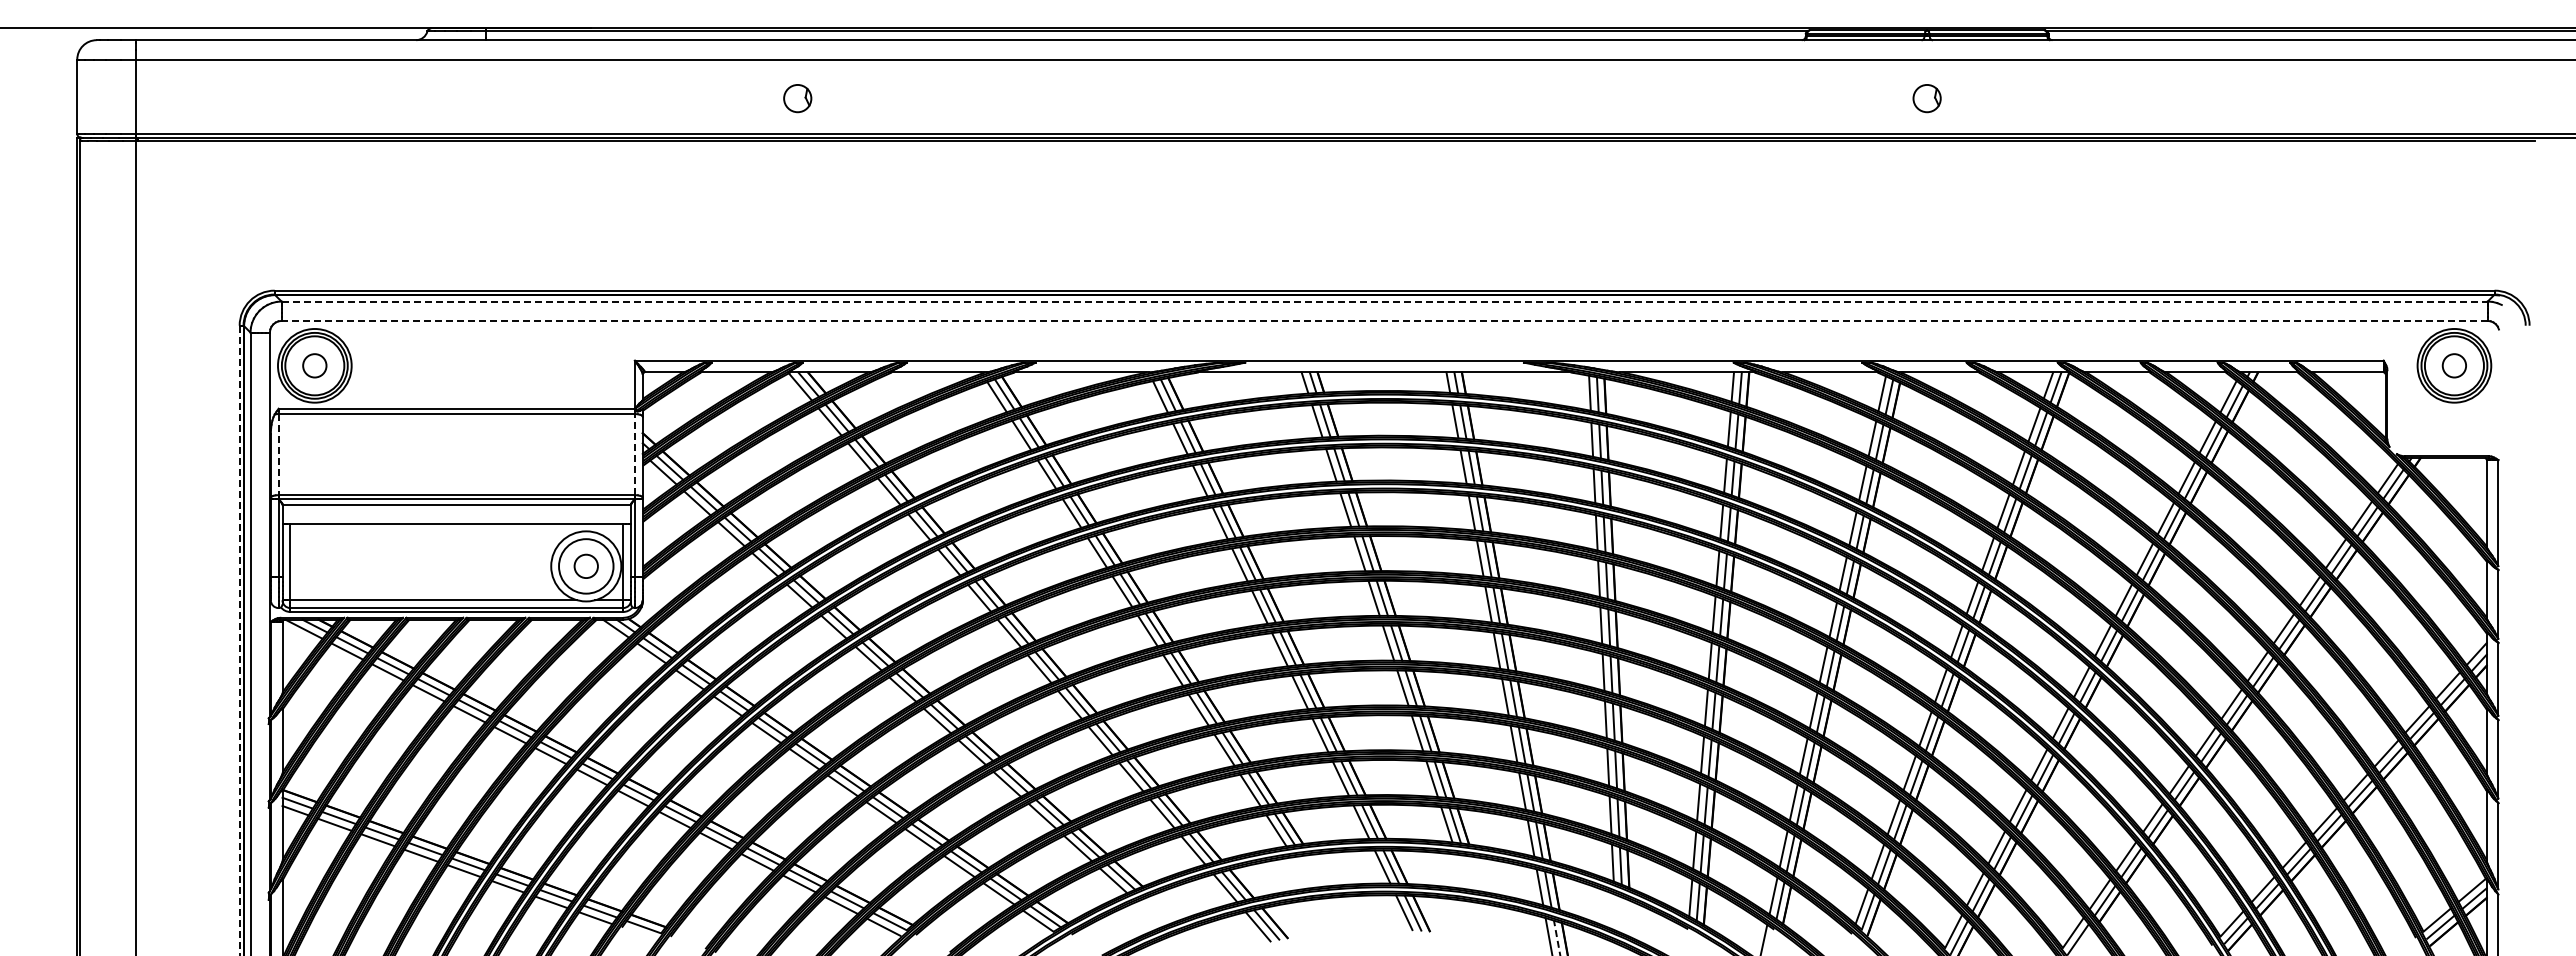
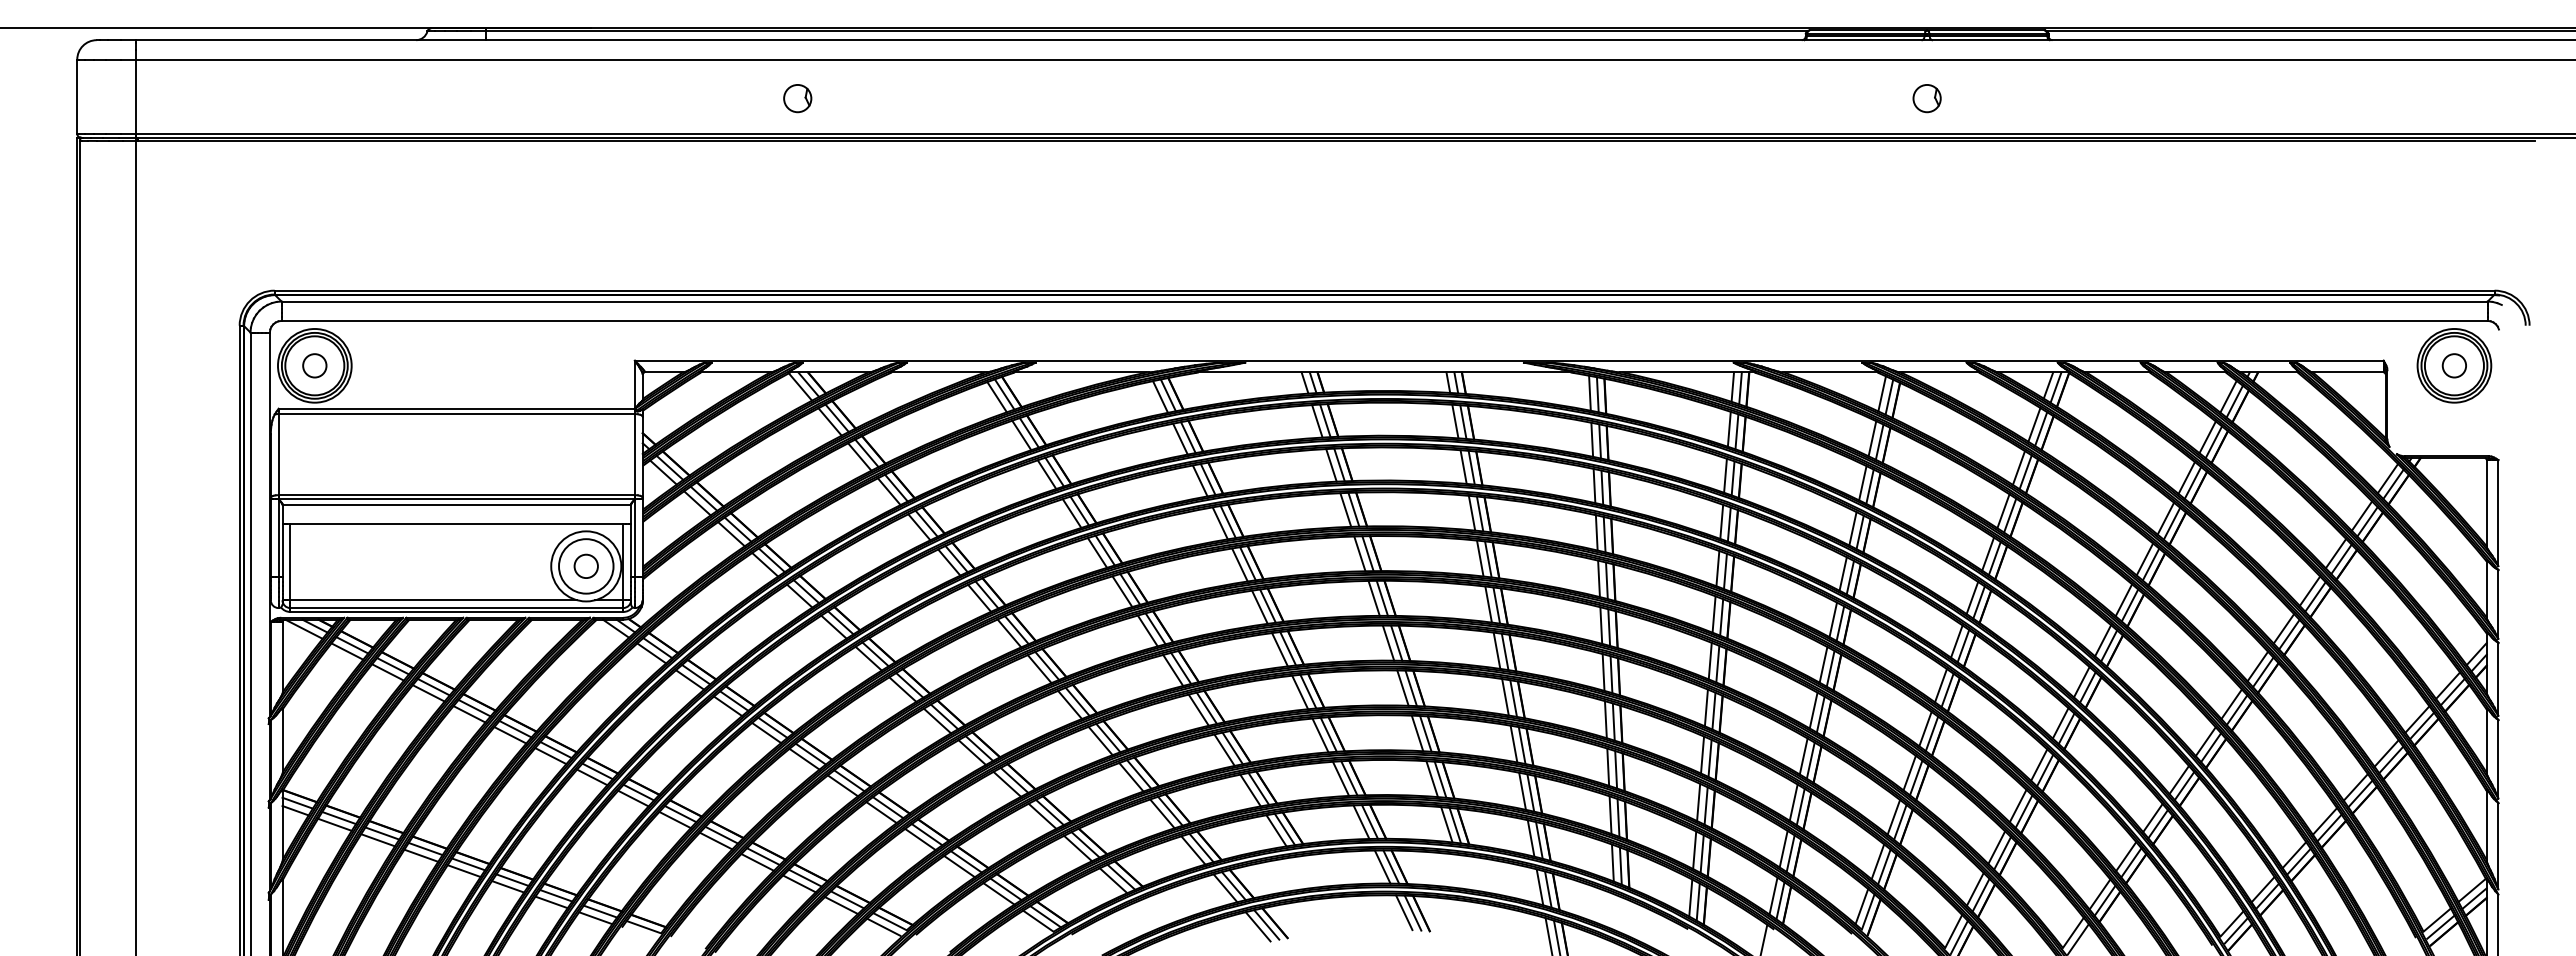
line at (1385, 301): dashed -> solid
line at (1384, 320): dashed -> solid
line at (278, 454): dashed -> solid
line at (634, 454): dashed -> solid
line at (239, 640): dashed -> solid
line at (1557, 938): dashed -> solid
